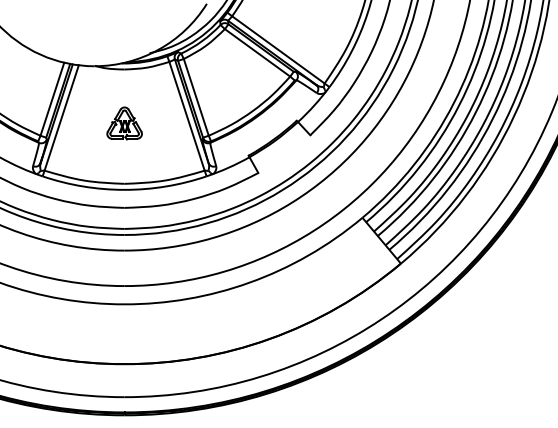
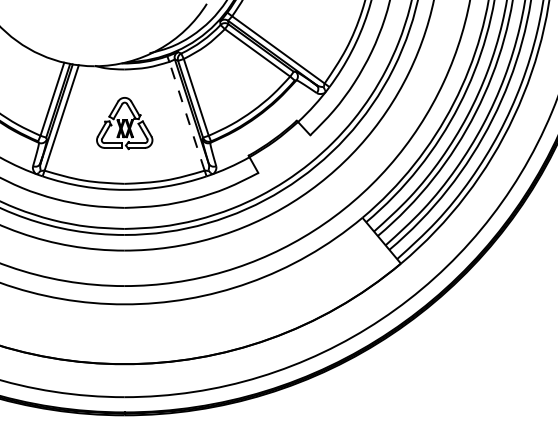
line at (186, 115): solid -> dashed
part at (124, 123) size: 37x35 px -> 58x54 px
